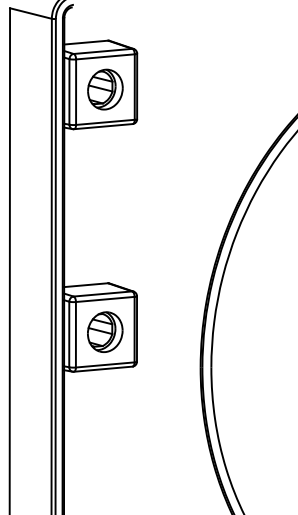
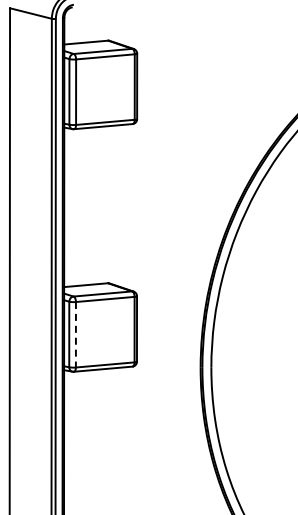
part at (105, 89): present -> none
part at (105, 331): present -> none
line at (75, 334): solid -> dashed
